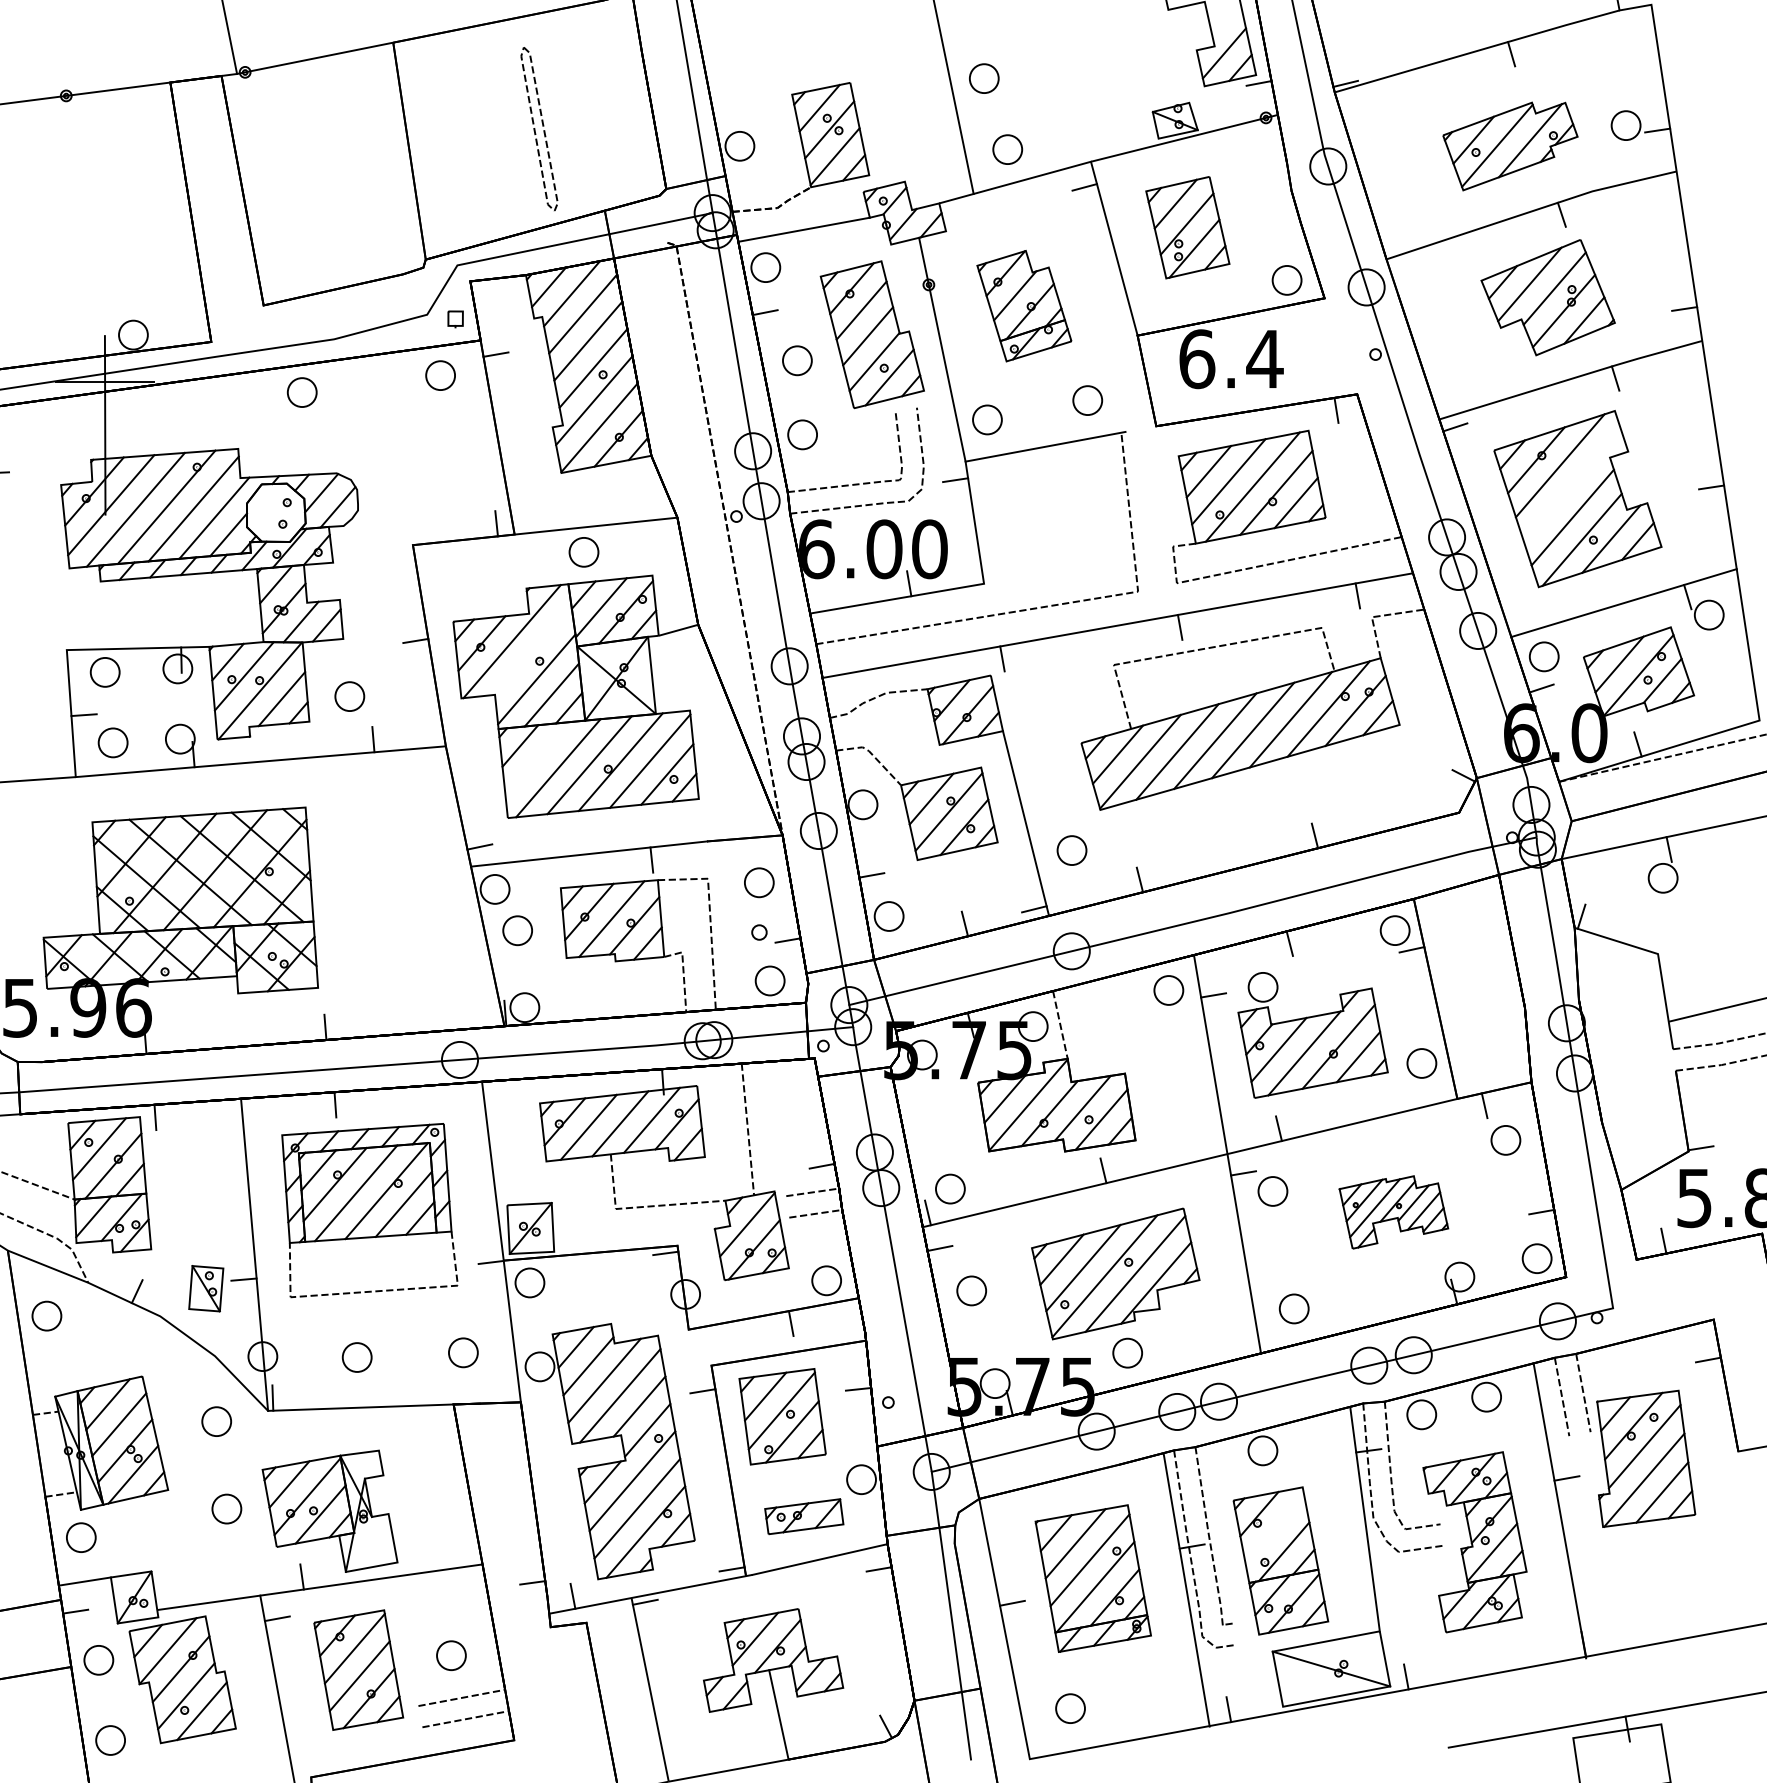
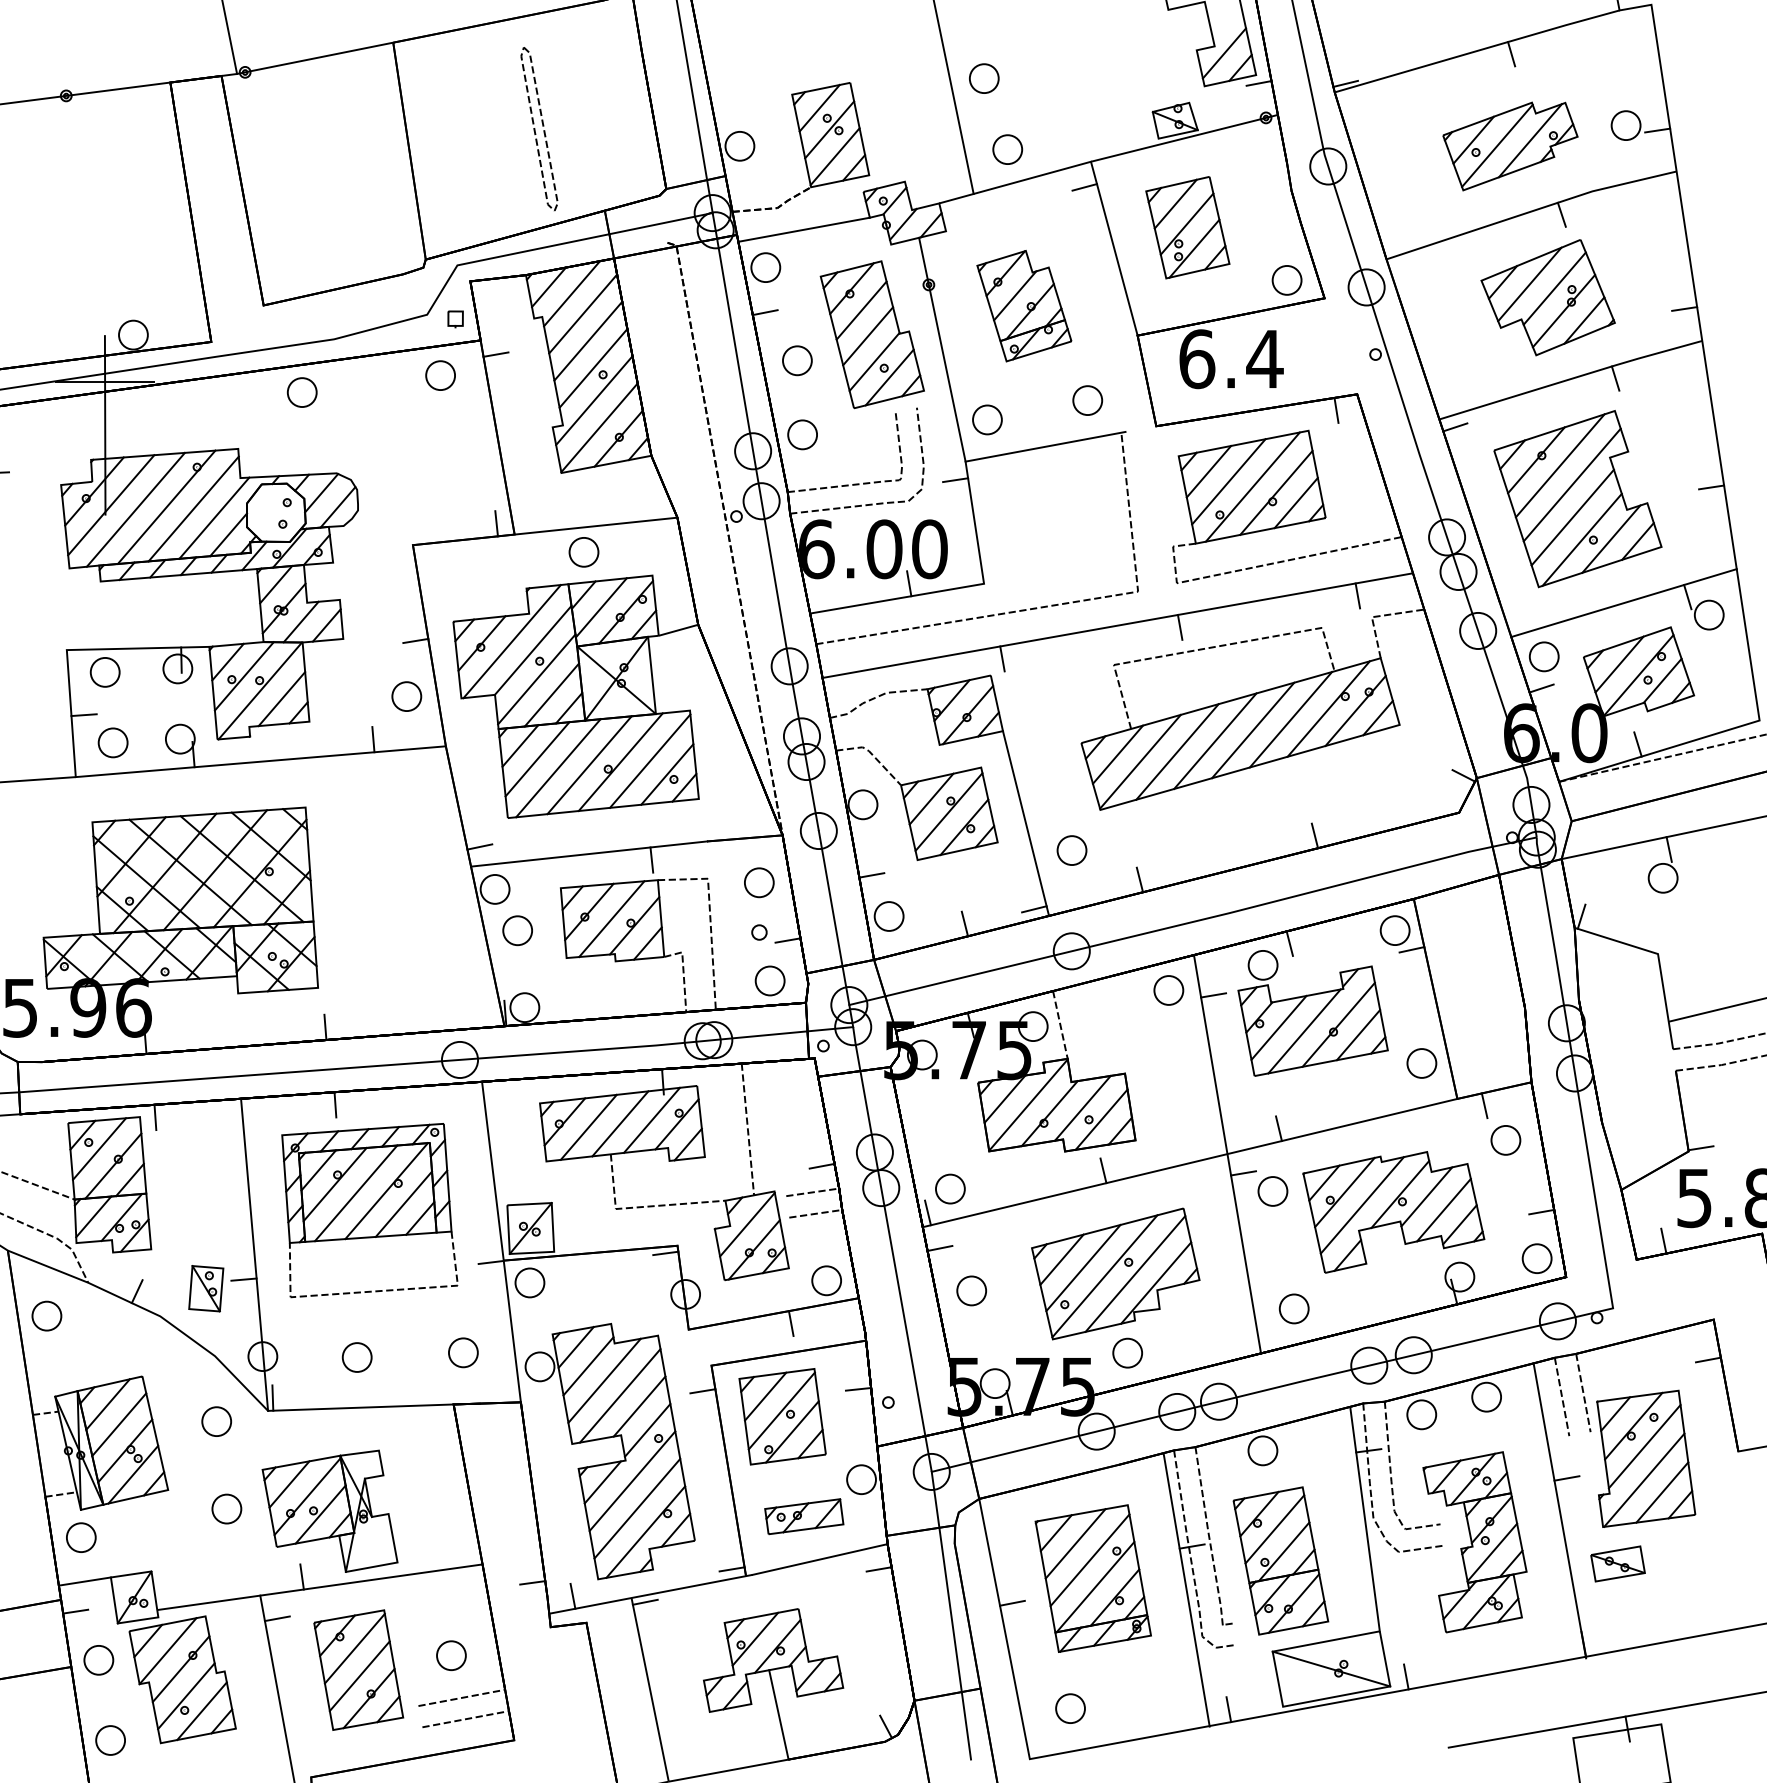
line at (1571, 484): none -> present
line at (532, 649): none -> present
part at (349, 696) position: (349, 696) -> (406, 696)
line at (537, 759): none -> present
part at (1312, 1035) position: (1312, 1035) -> (1312, 1013)
part at (1393, 1212) size: 112x75 px -> 184x123 px
line at (1274, 1529): none -> present
part at (1617, 1563): none -> present
